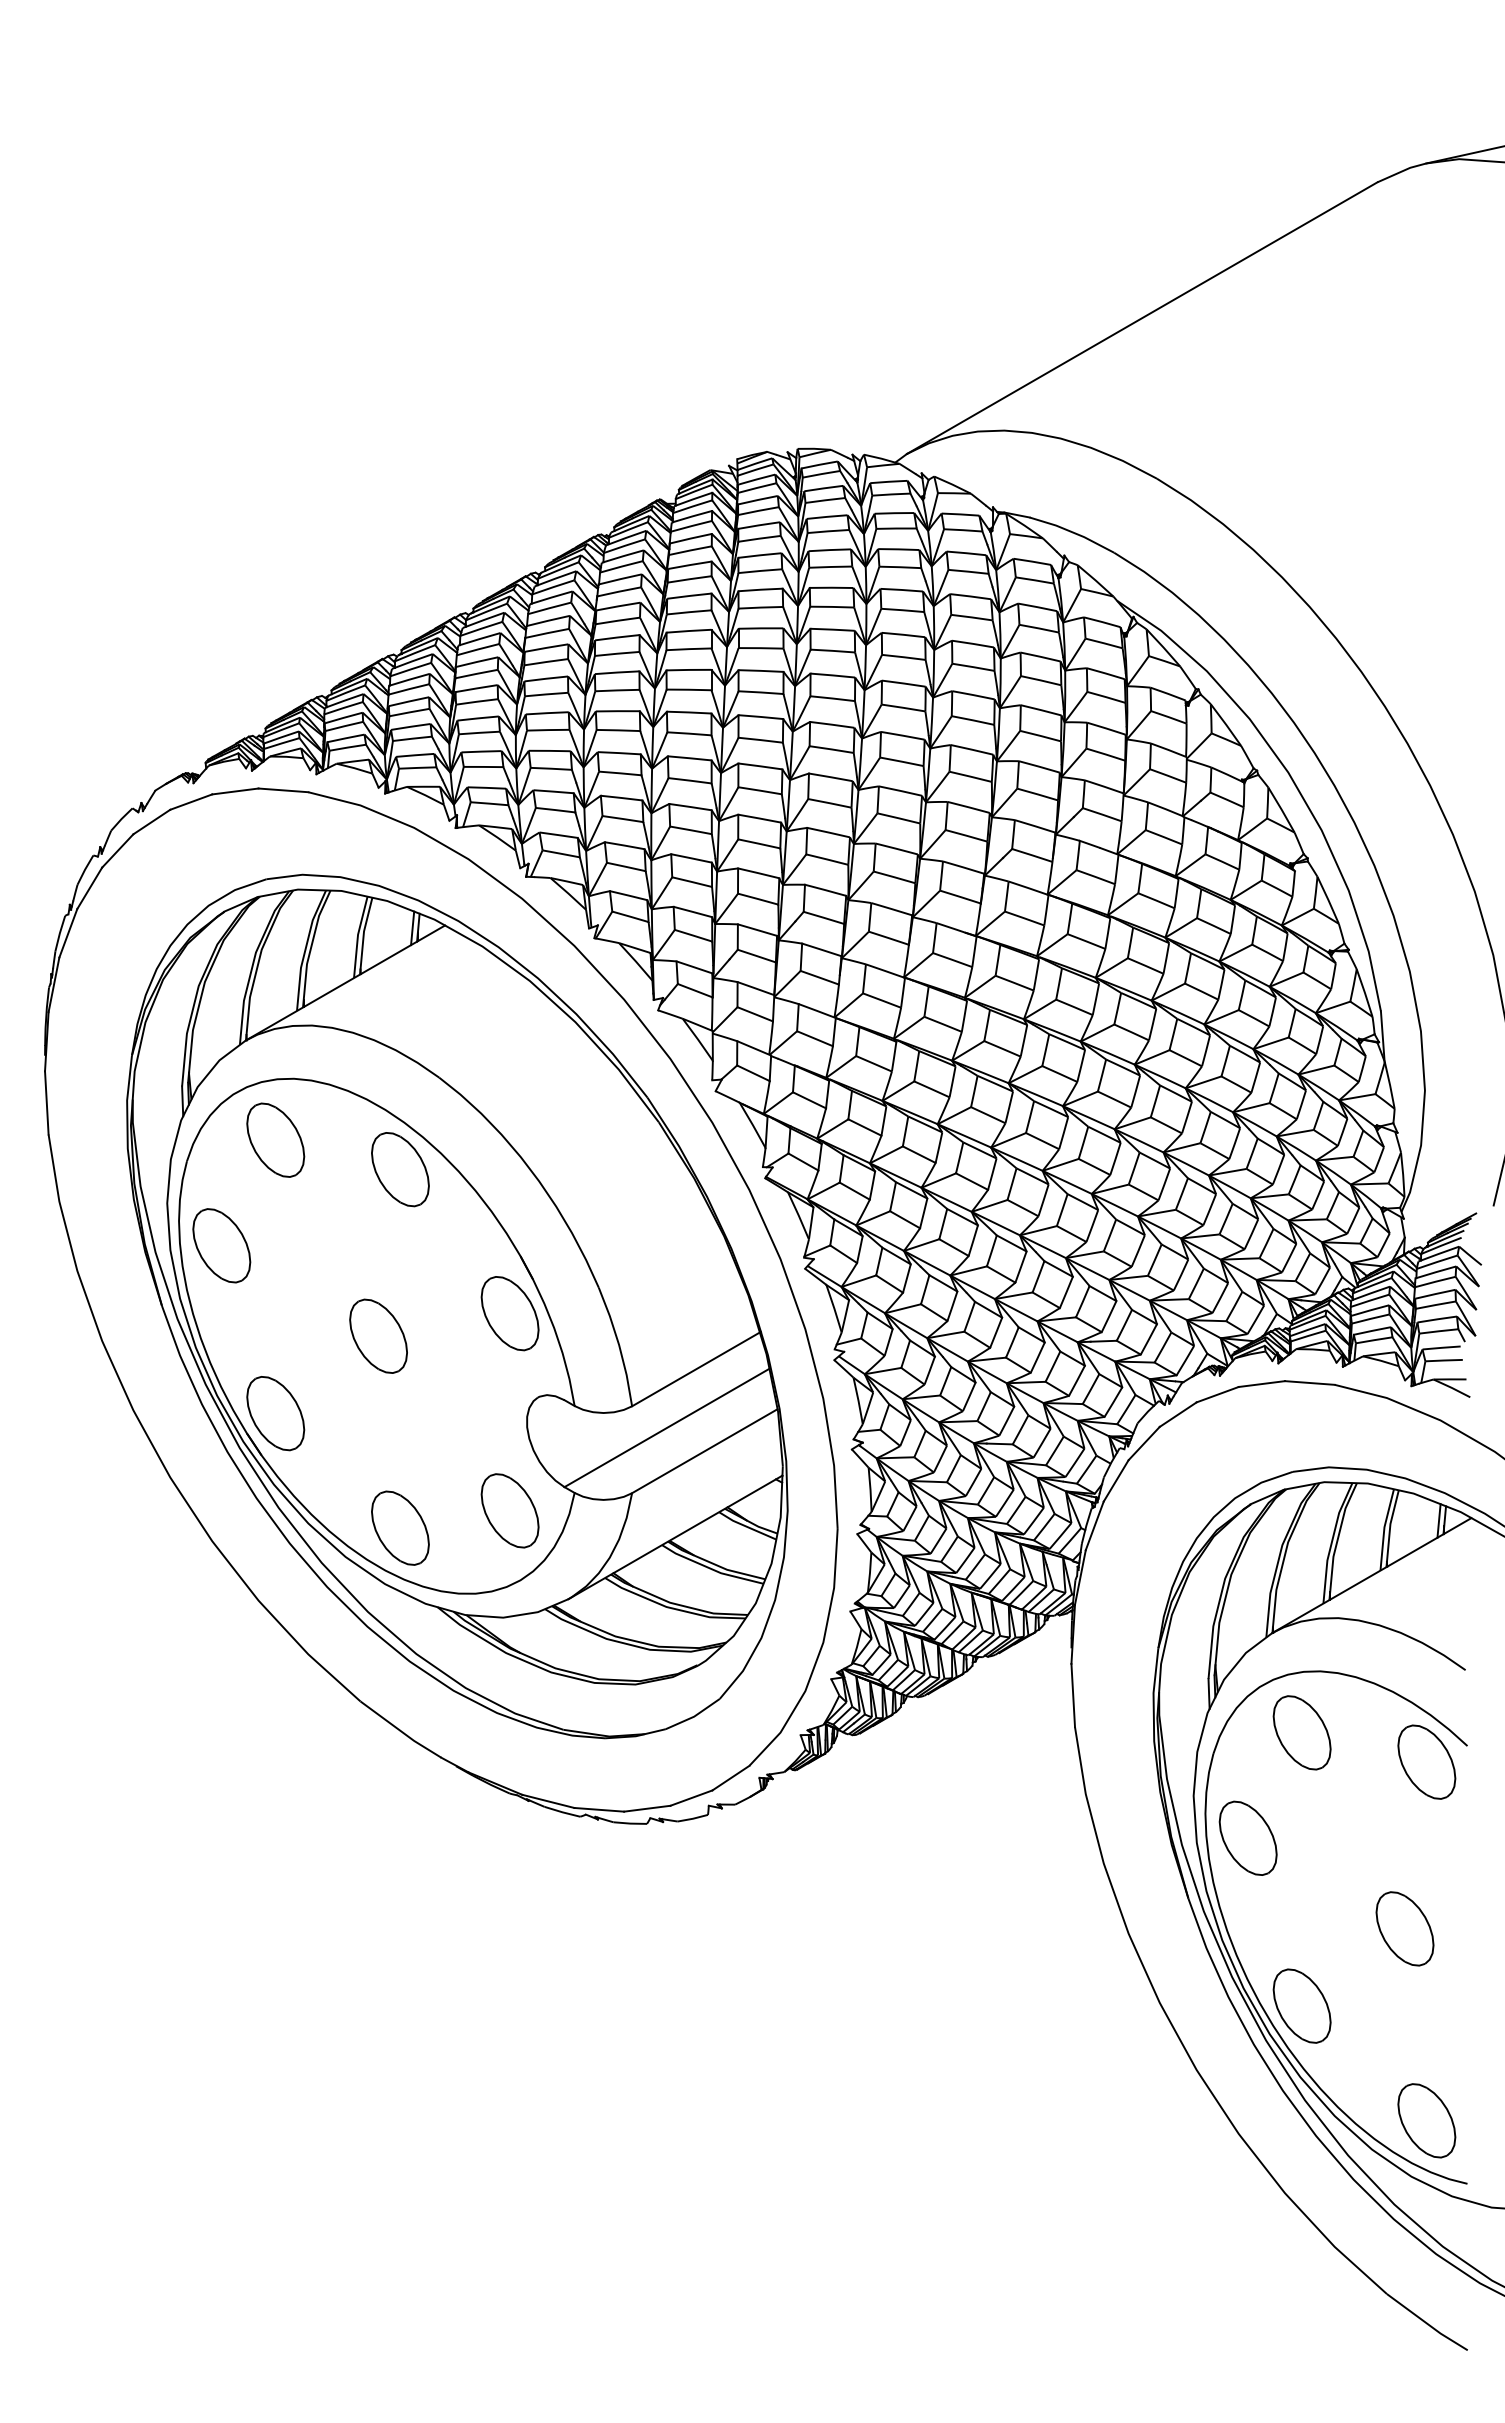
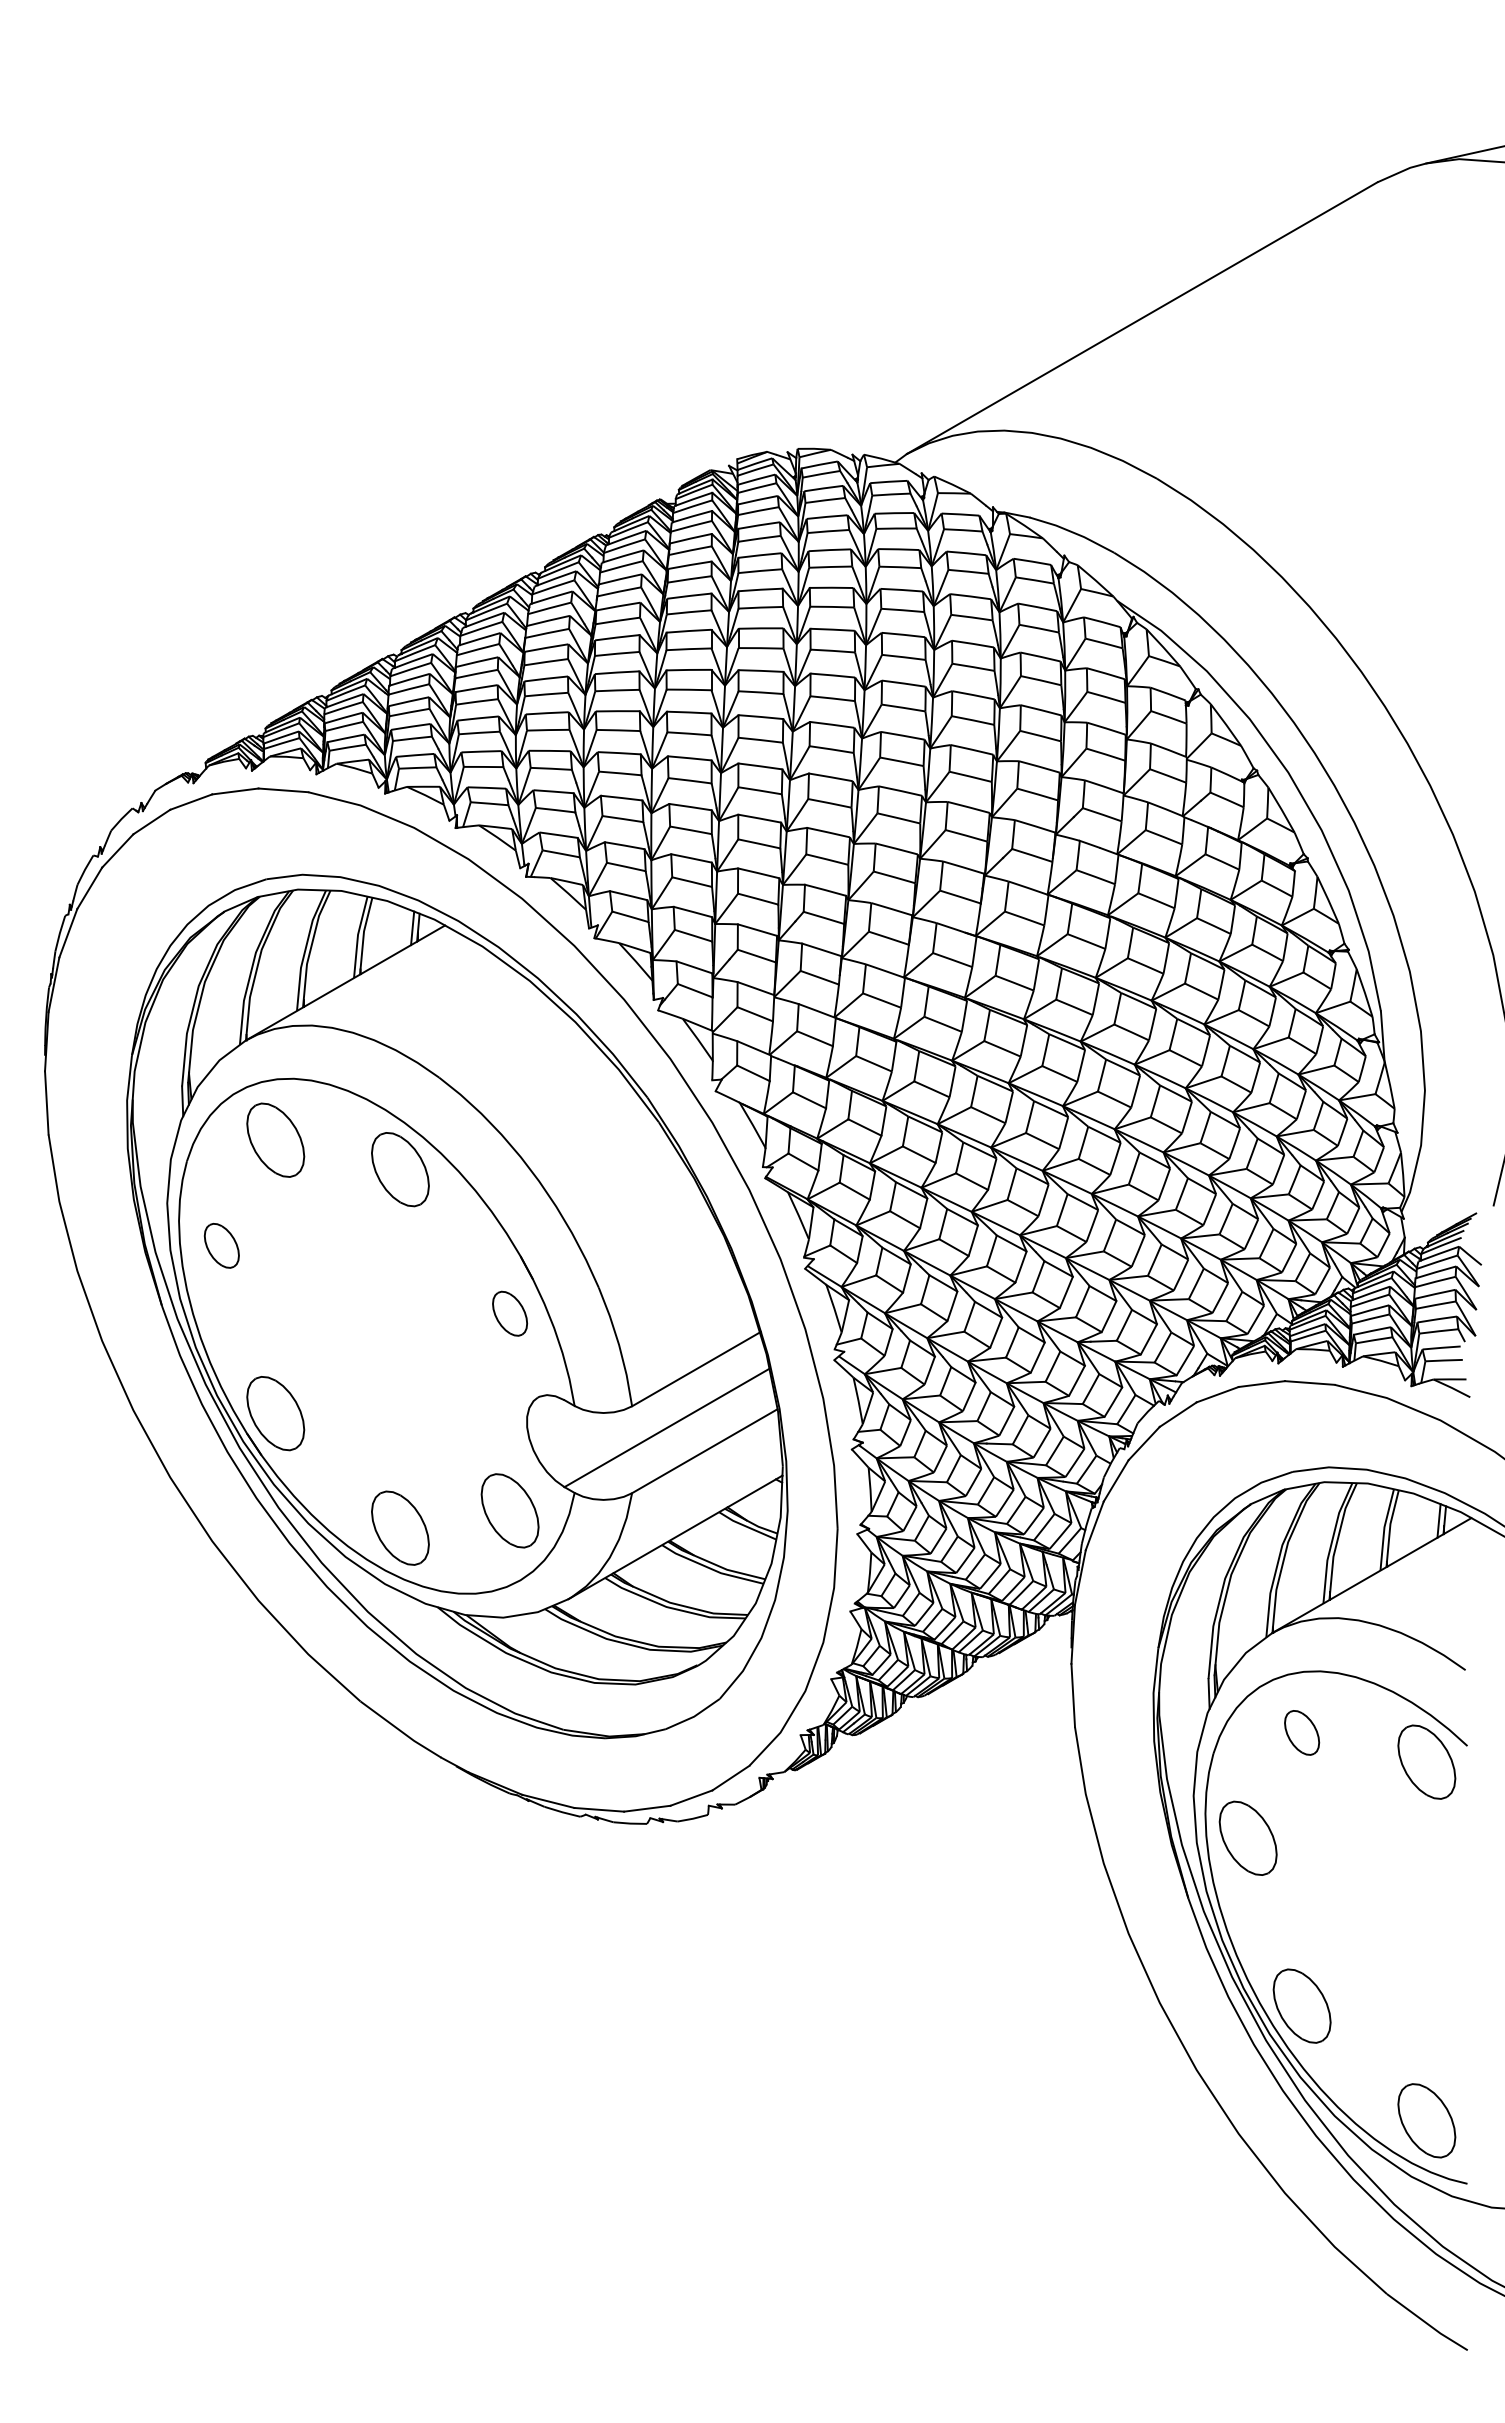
part at (221, 1245) size: 60x76 px -> 37x46 px
part at (509, 1313) size: 60x76 px -> 37x47 px
part at (378, 1335): present -> none
part at (1301, 1732) size: 60x76 px -> 37x46 px
part at (1404, 1928): present -> none
